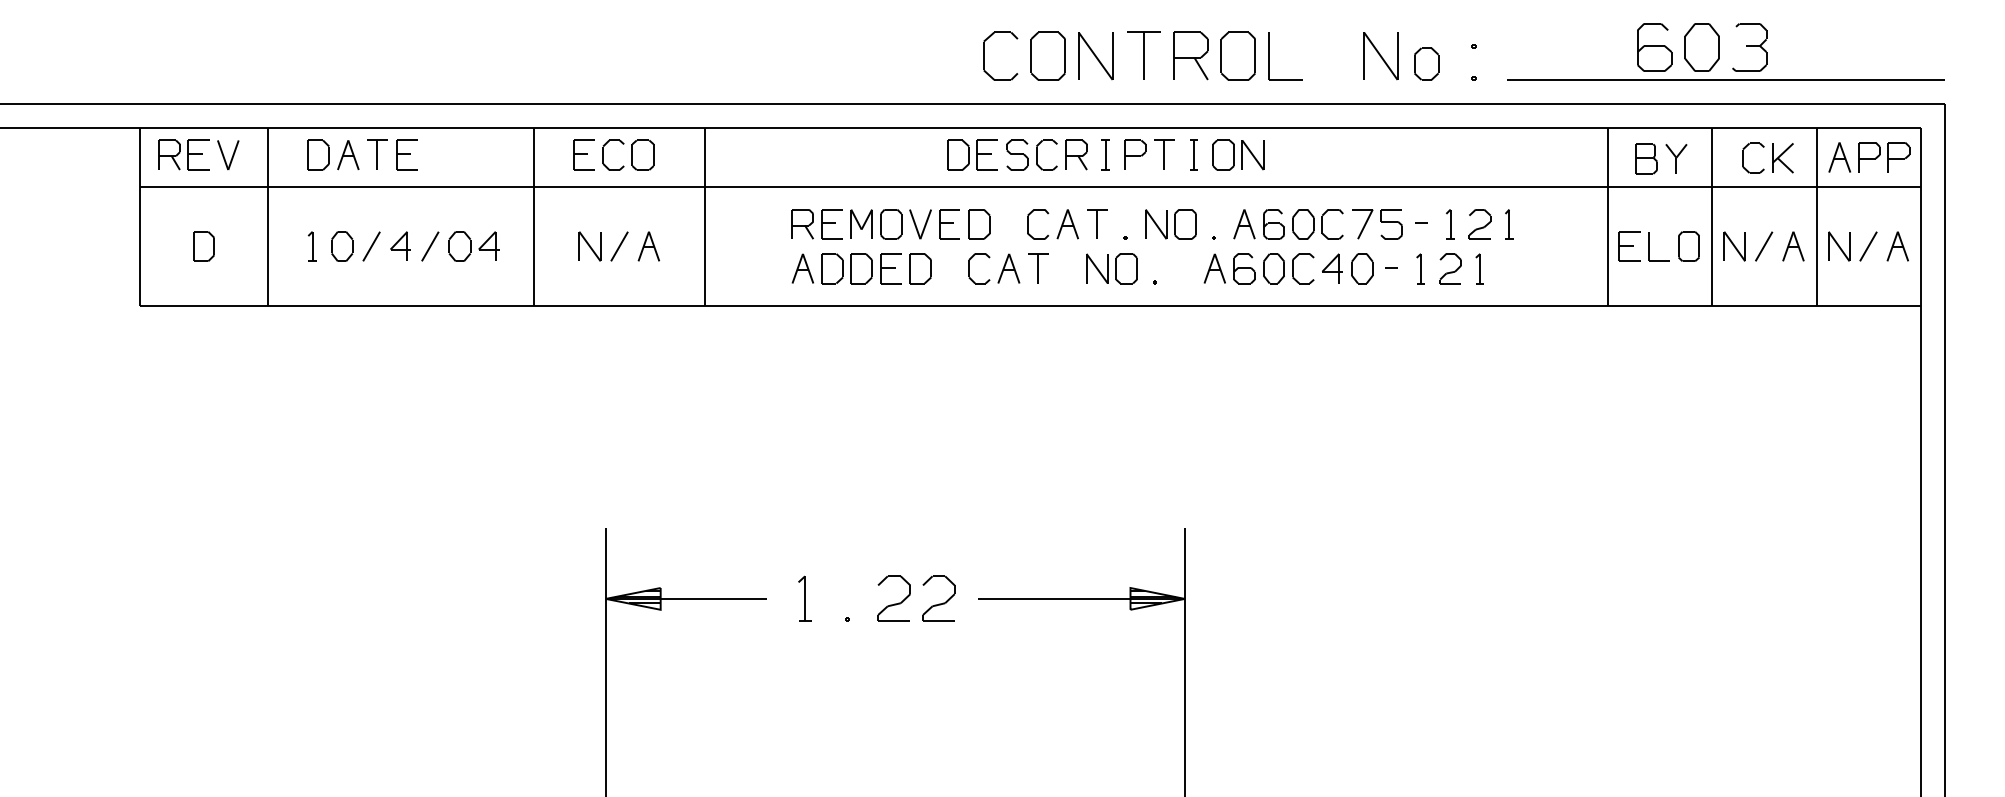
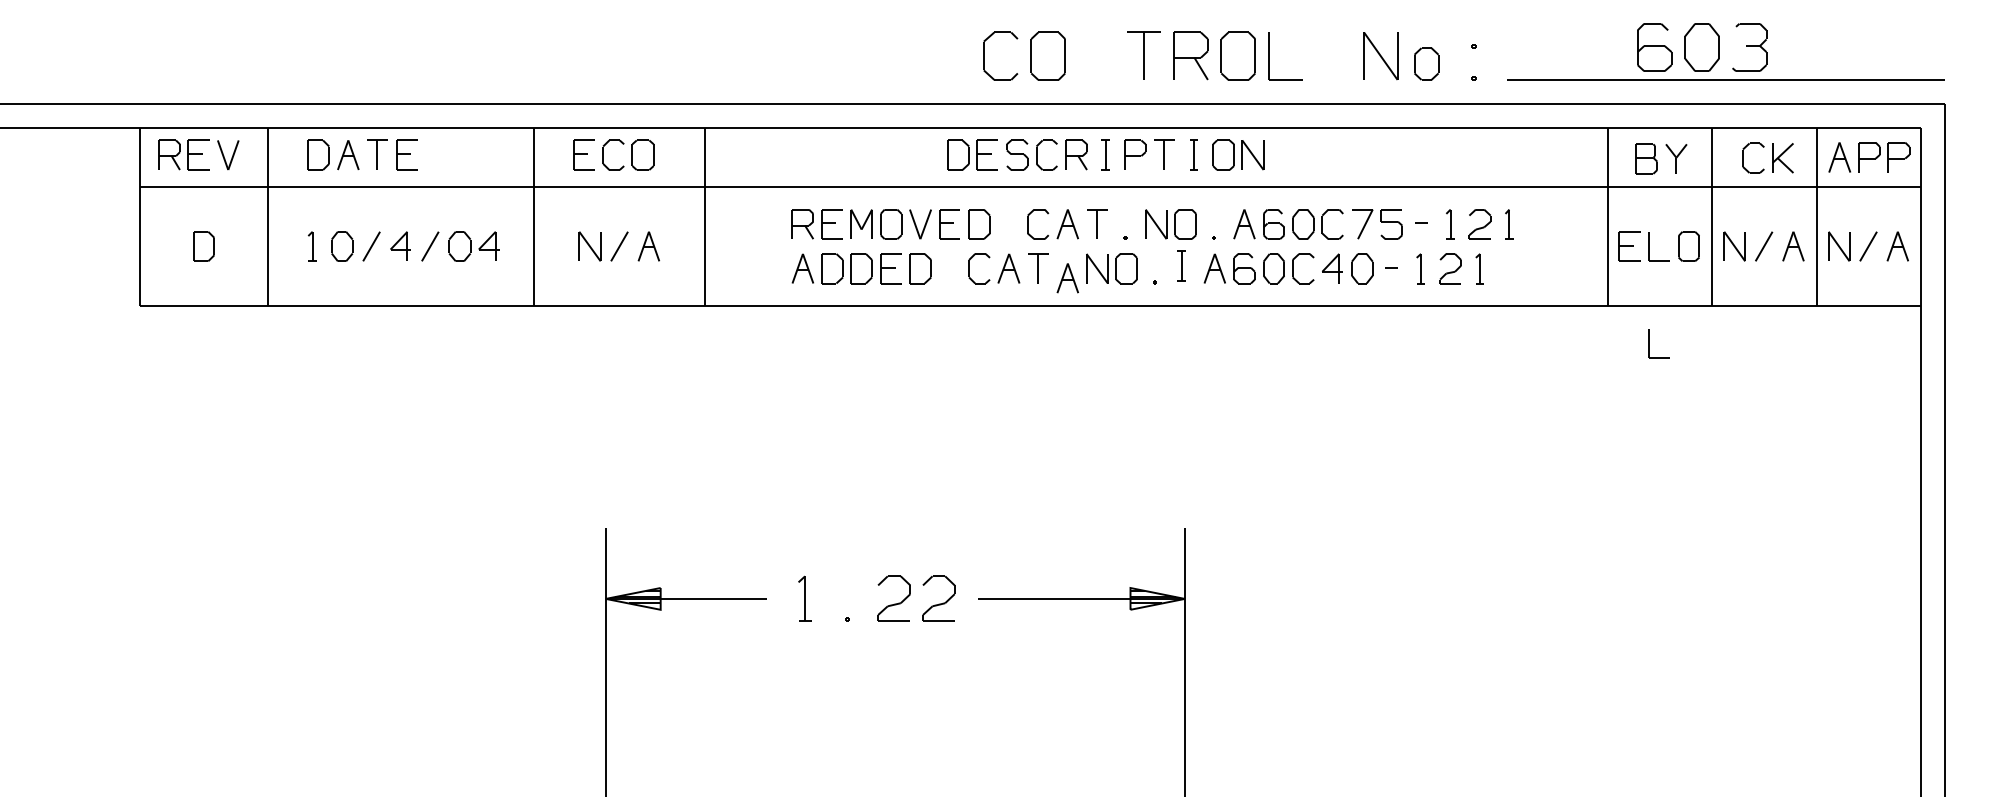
part at (1095, 56): present -> none
part at (1181, 265): none -> present
part at (1067, 278): none -> present
part at (1649, 343): none -> present
